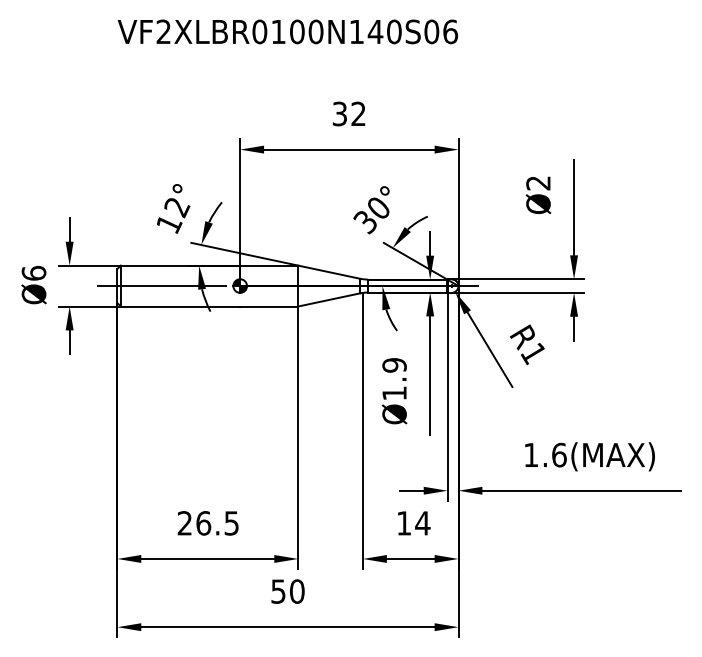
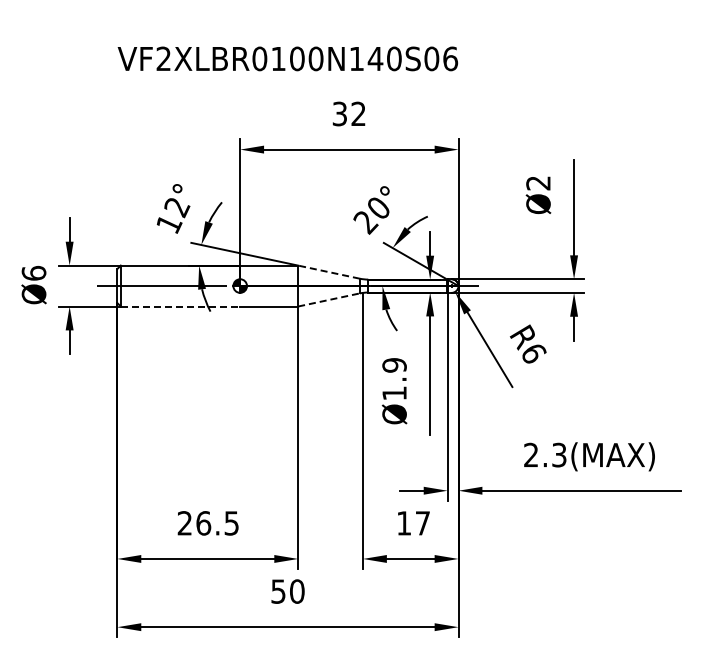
text at (287, 31) position: (287, 31) -> (287, 58)
text at (365, 222): 30° -> 20°
line at (328, 272): solid -> dashed
line at (329, 299): solid -> dashed
line at (180, 306): solid -> dashed
text at (533, 353): R1 -> R6
text at (545, 454): 1.6(MAX) -> 2.3(MAX)
text at (422, 523): 14 -> 17
